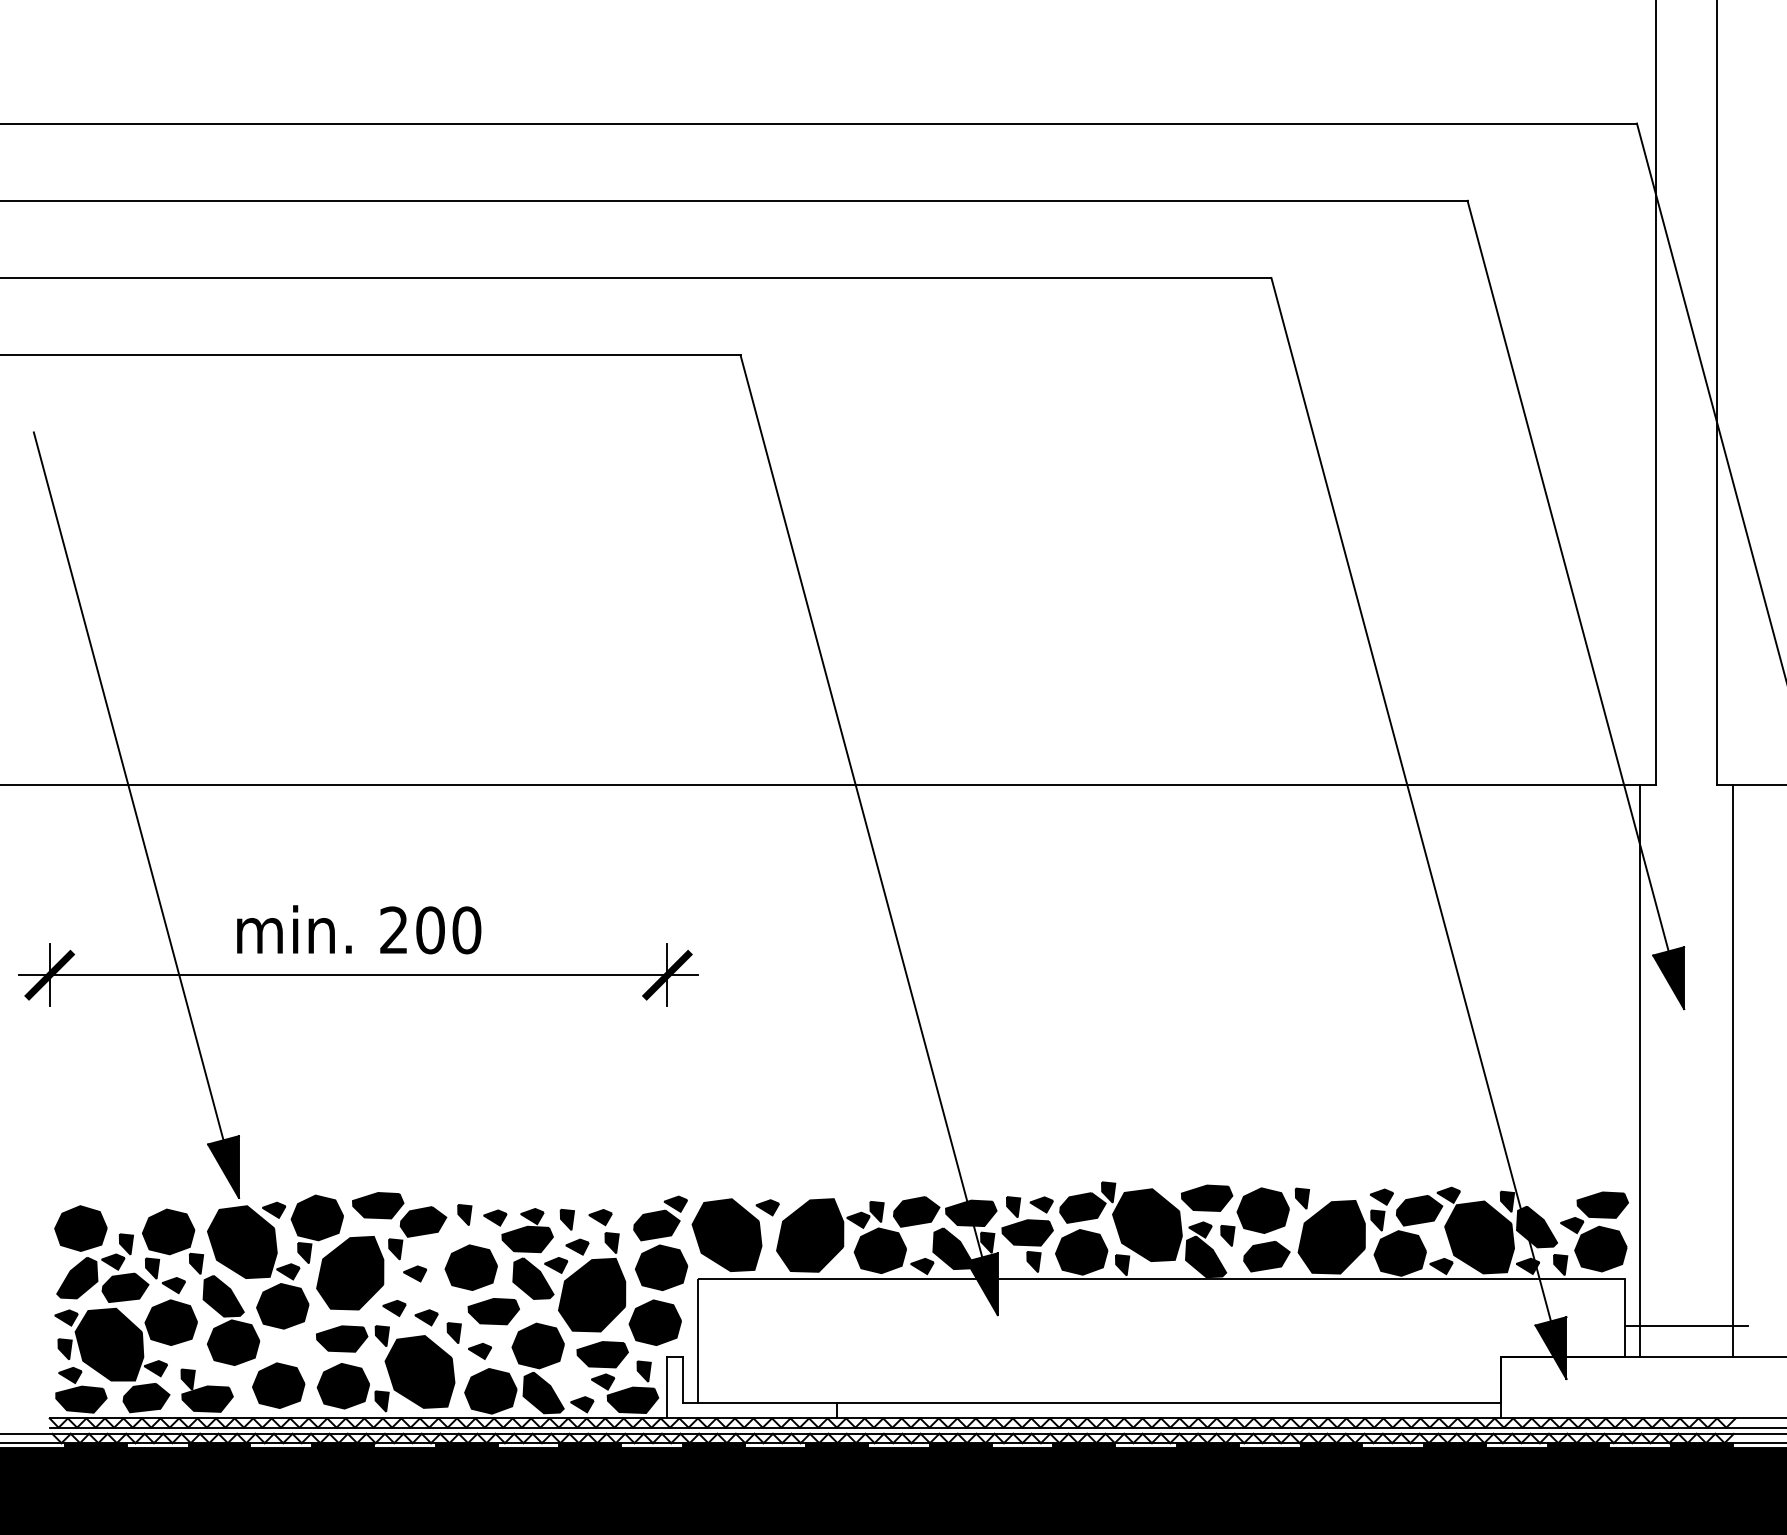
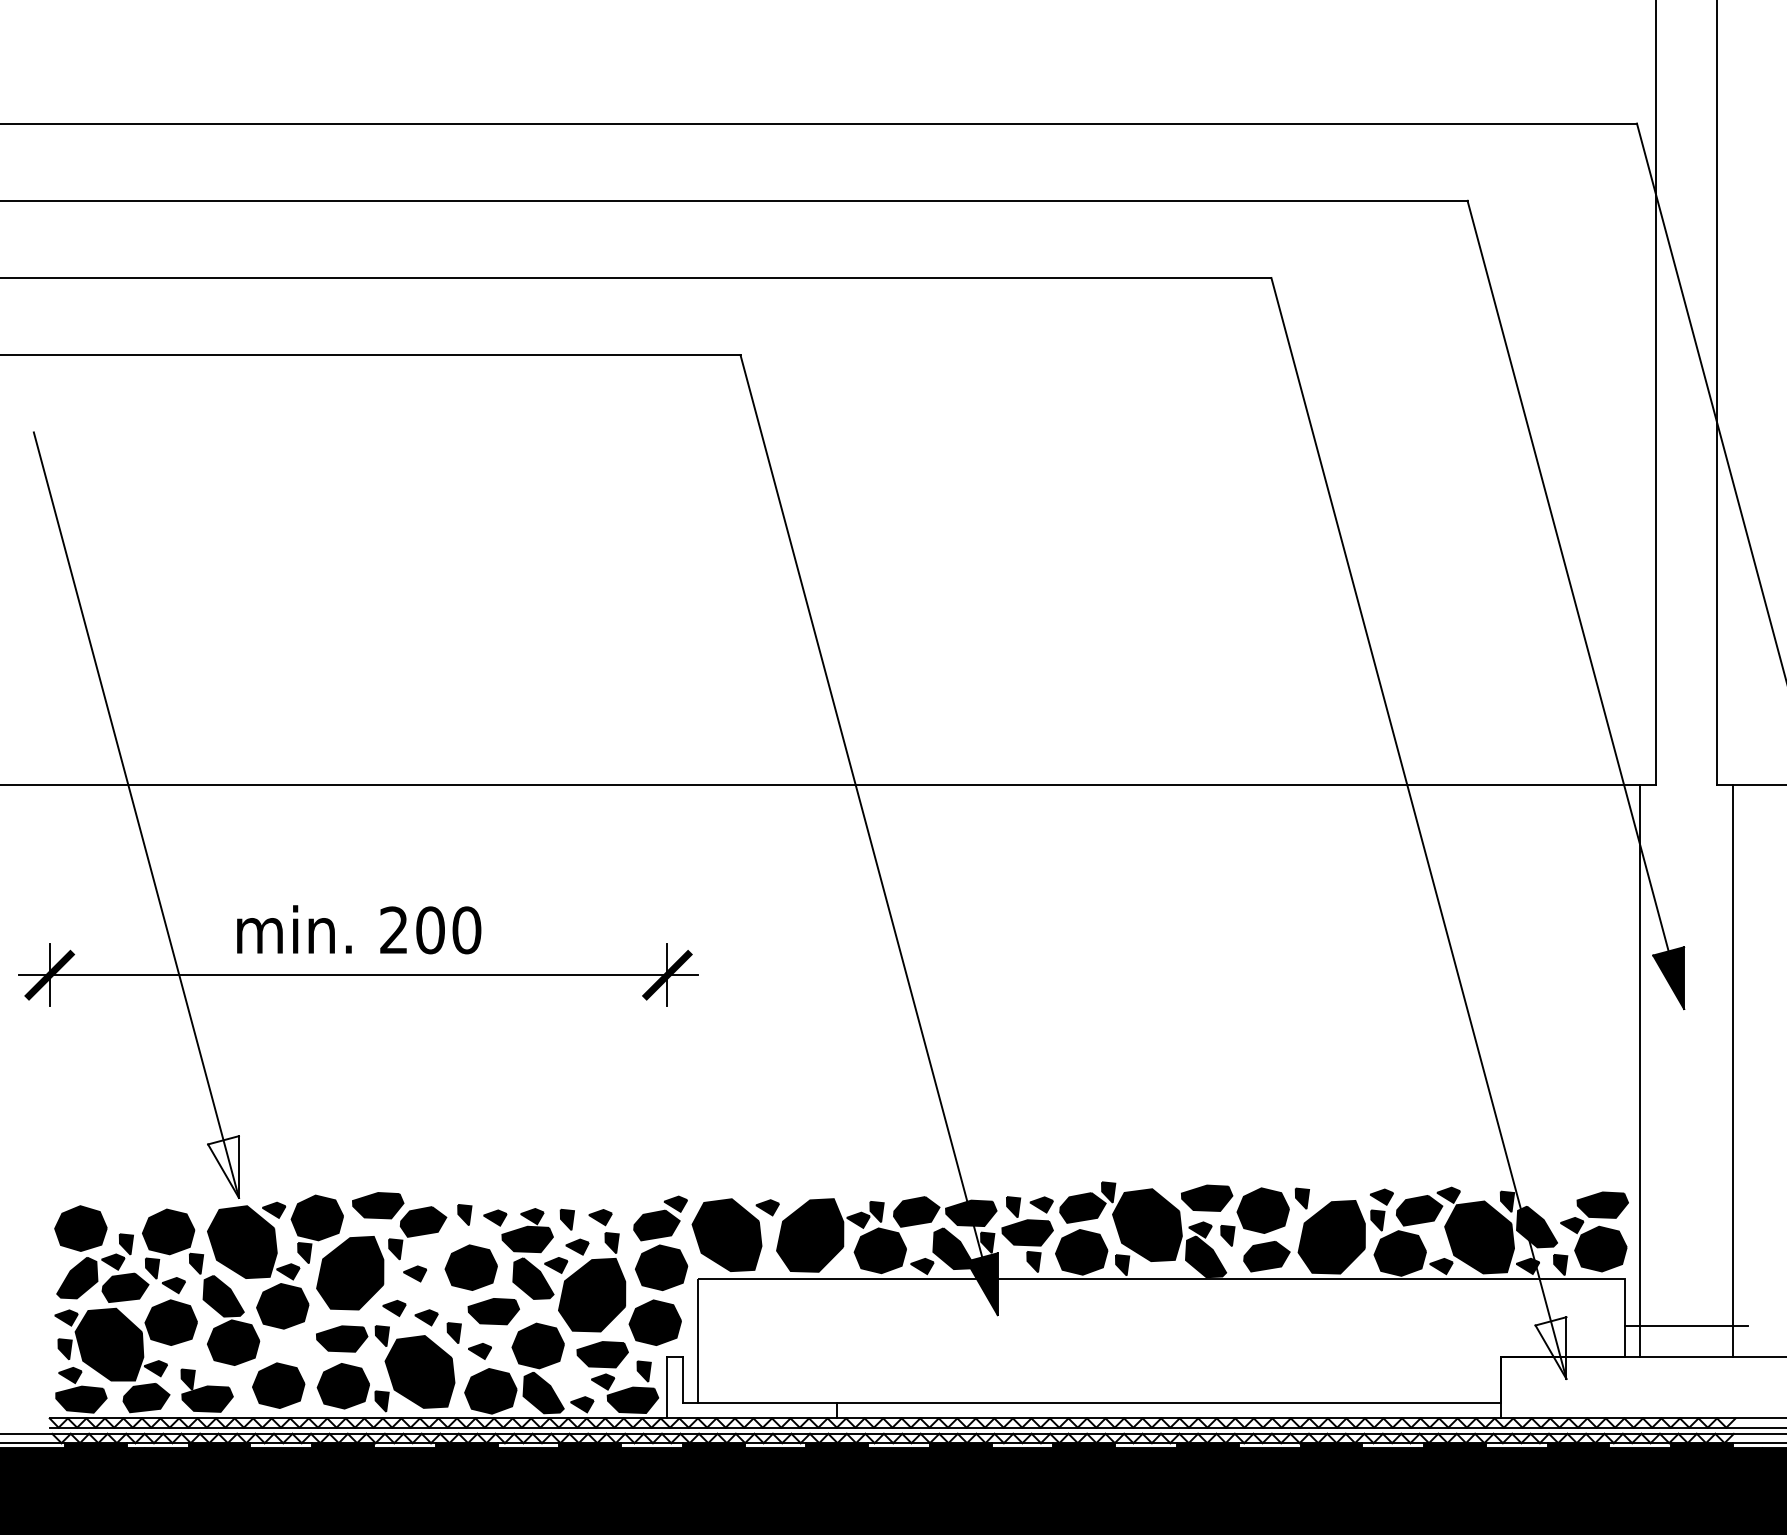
fill at (223, 1166): present -> none
fill at (1550, 1347): present -> none
